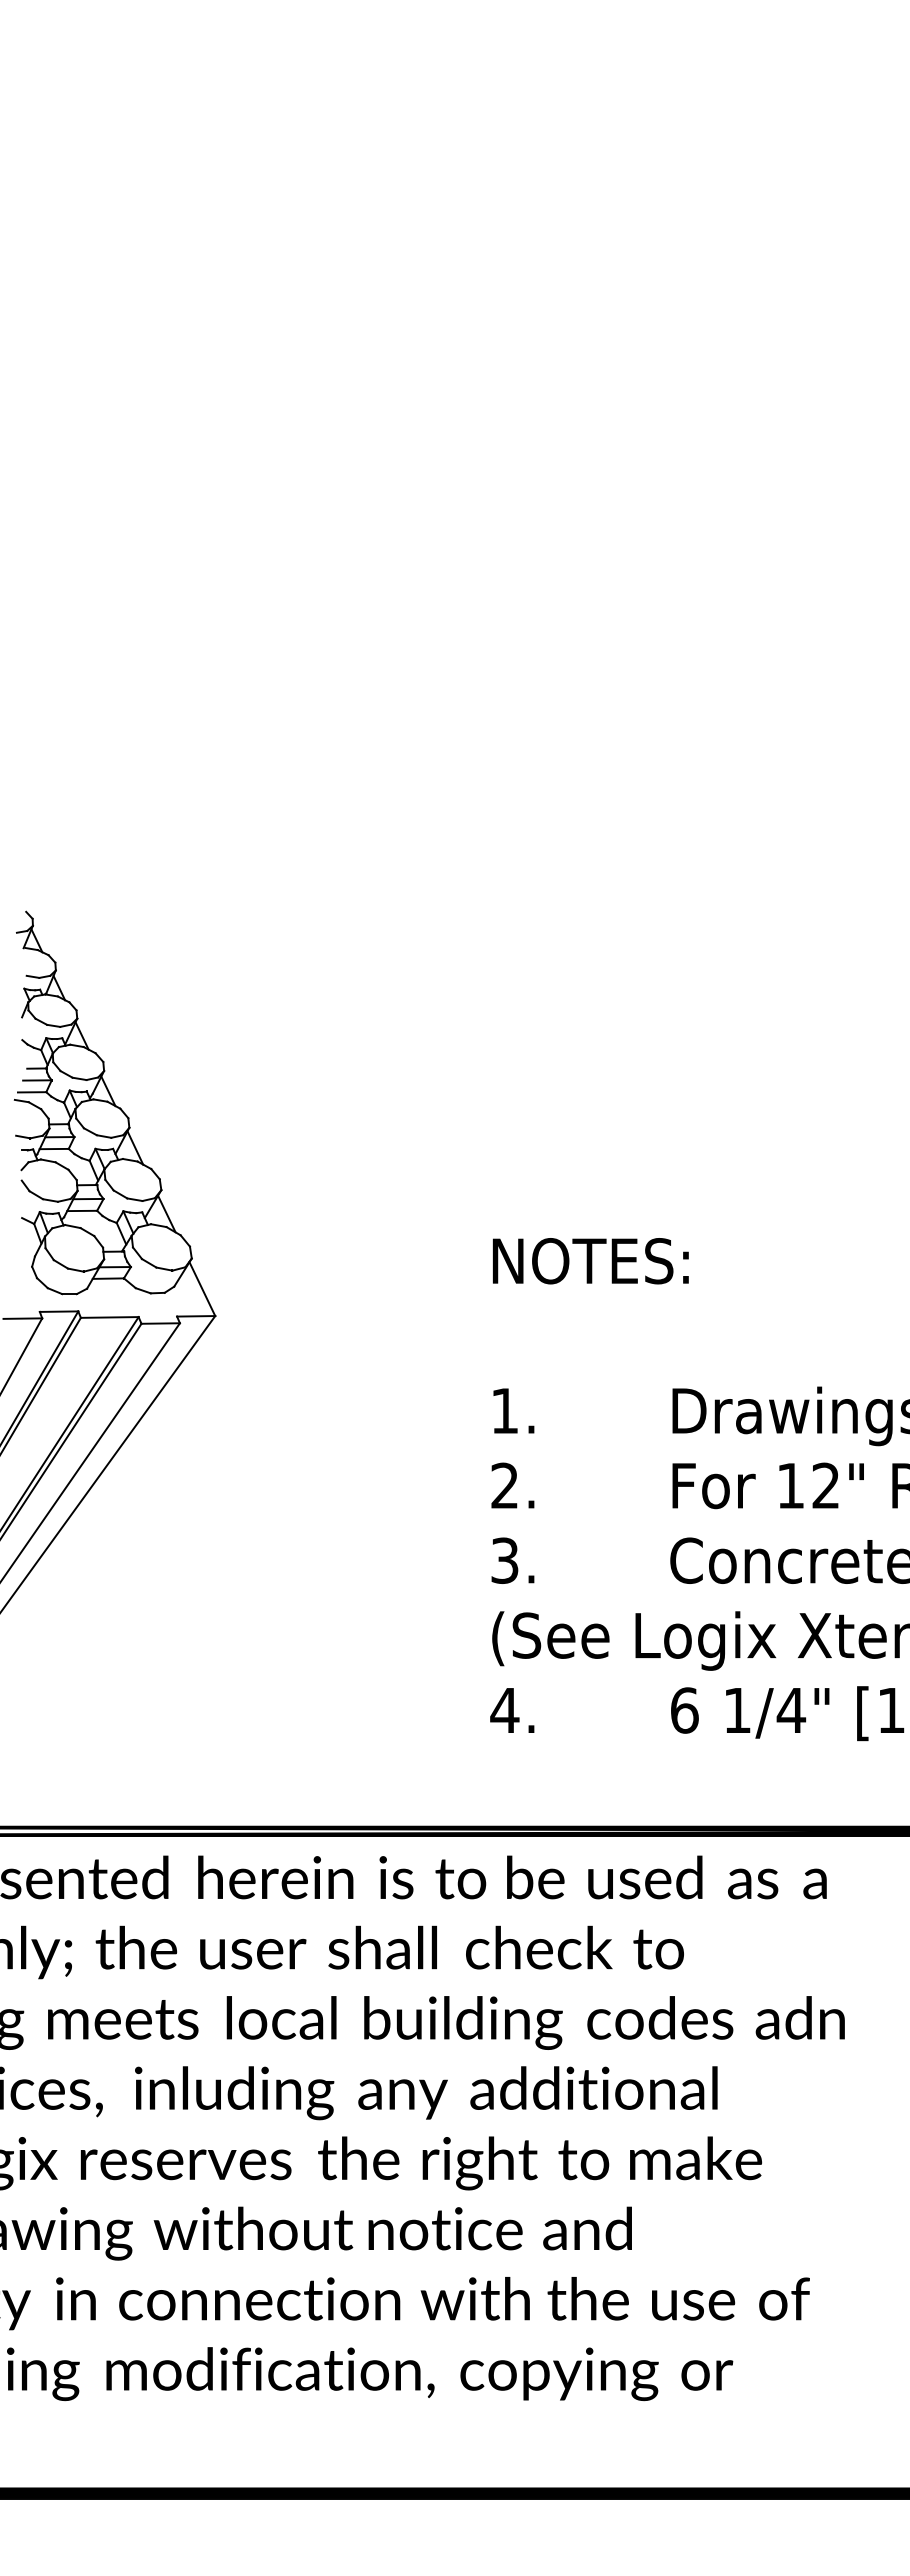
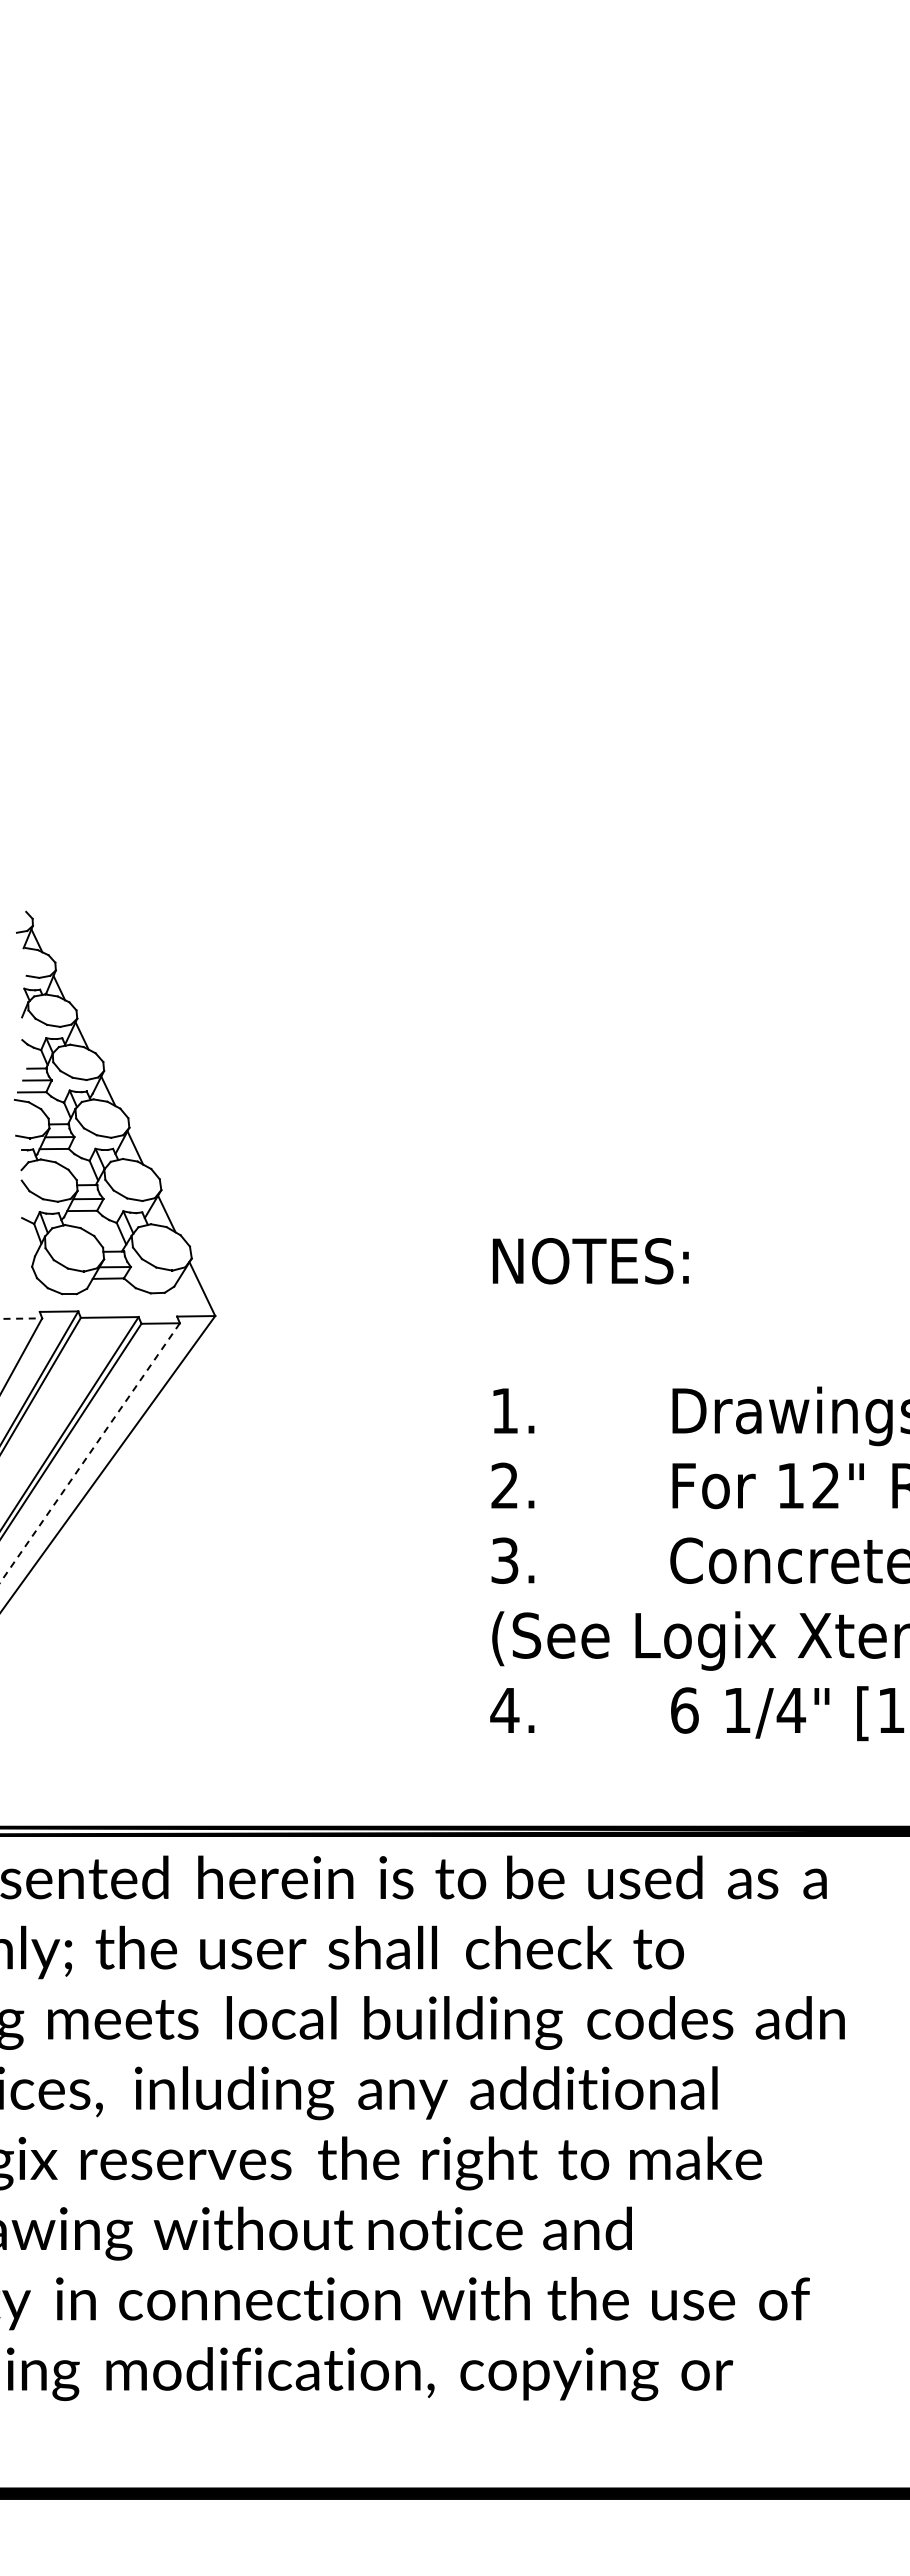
line at (23, 1318): solid -> dashed
line at (90, 1453): solid -> dashed
